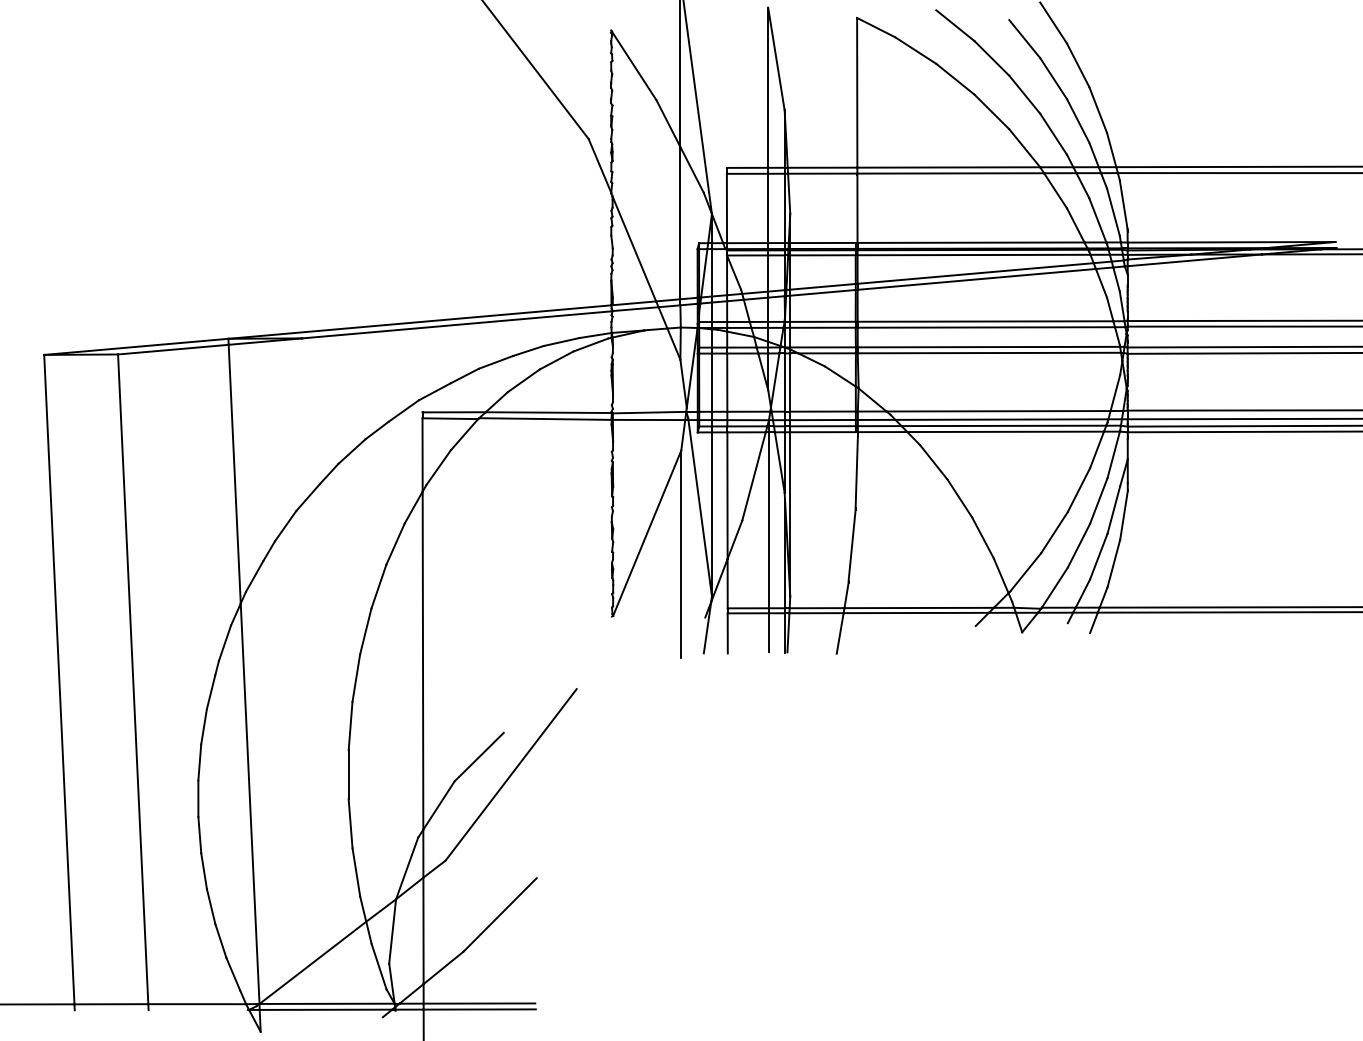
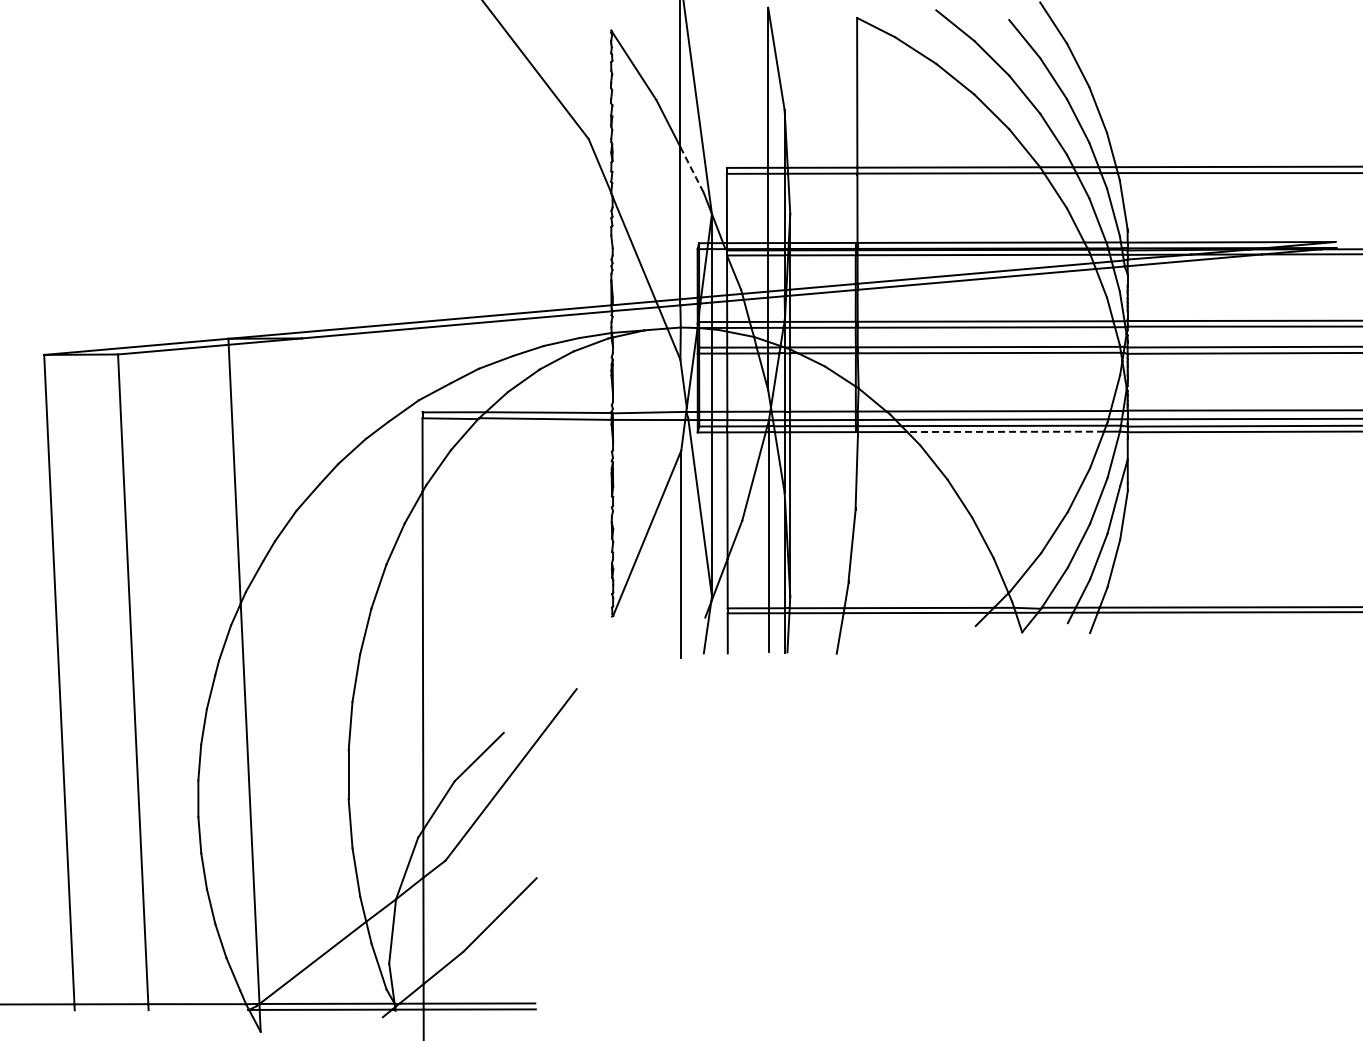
line at (692, 169): solid -> dashed
line at (1005, 431): solid -> dashed
